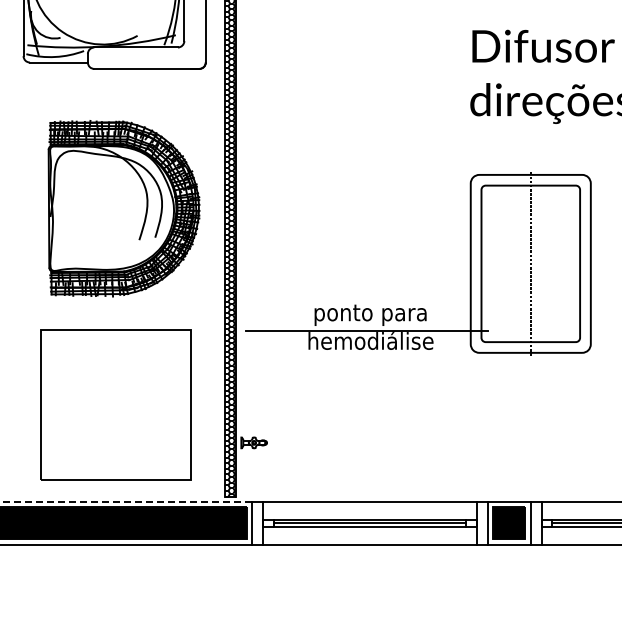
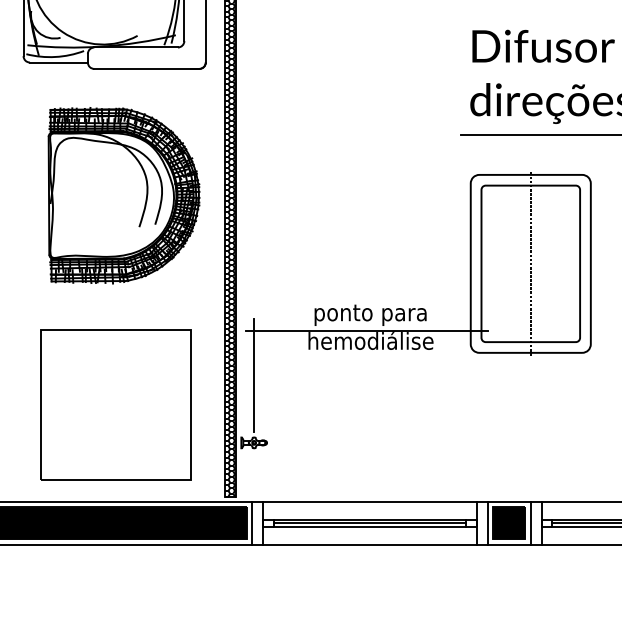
line at (539, 134): none -> present
part at (123, 208) position: (123, 208) -> (123, 195)
line at (254, 375): none -> present
line at (126, 501): dashed -> solid
